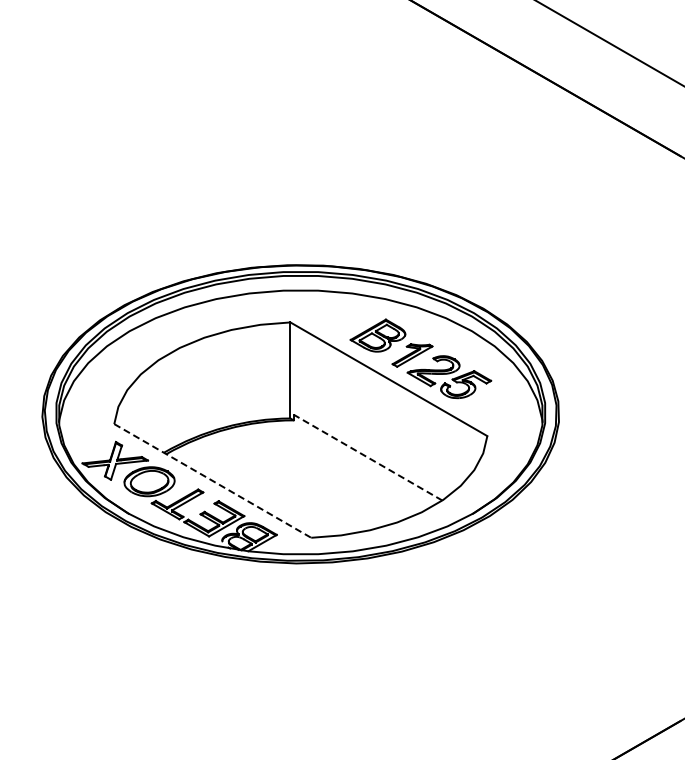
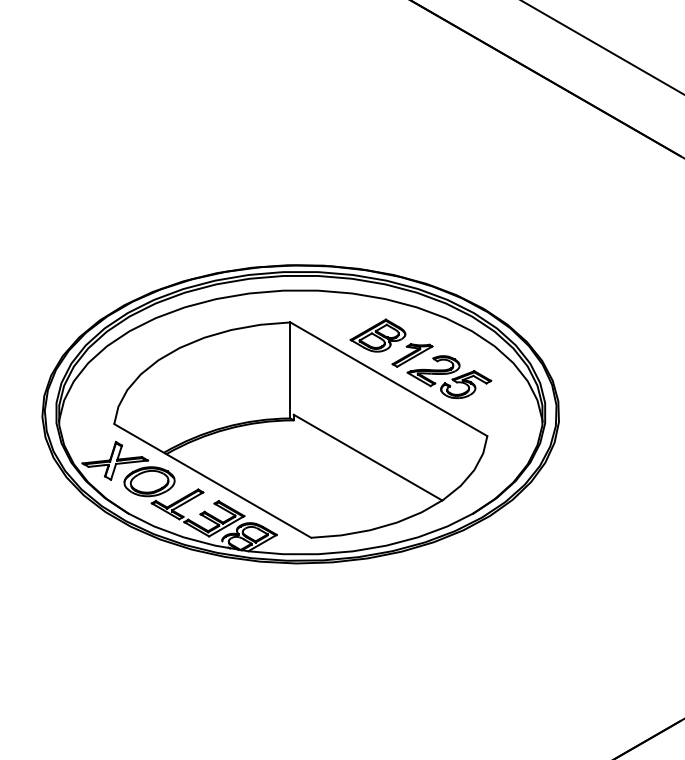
line at (609, 43) position: (609, 43) -> (602, 47)
line at (368, 457): dashed -> solid
line at (212, 480): dashed -> solid
